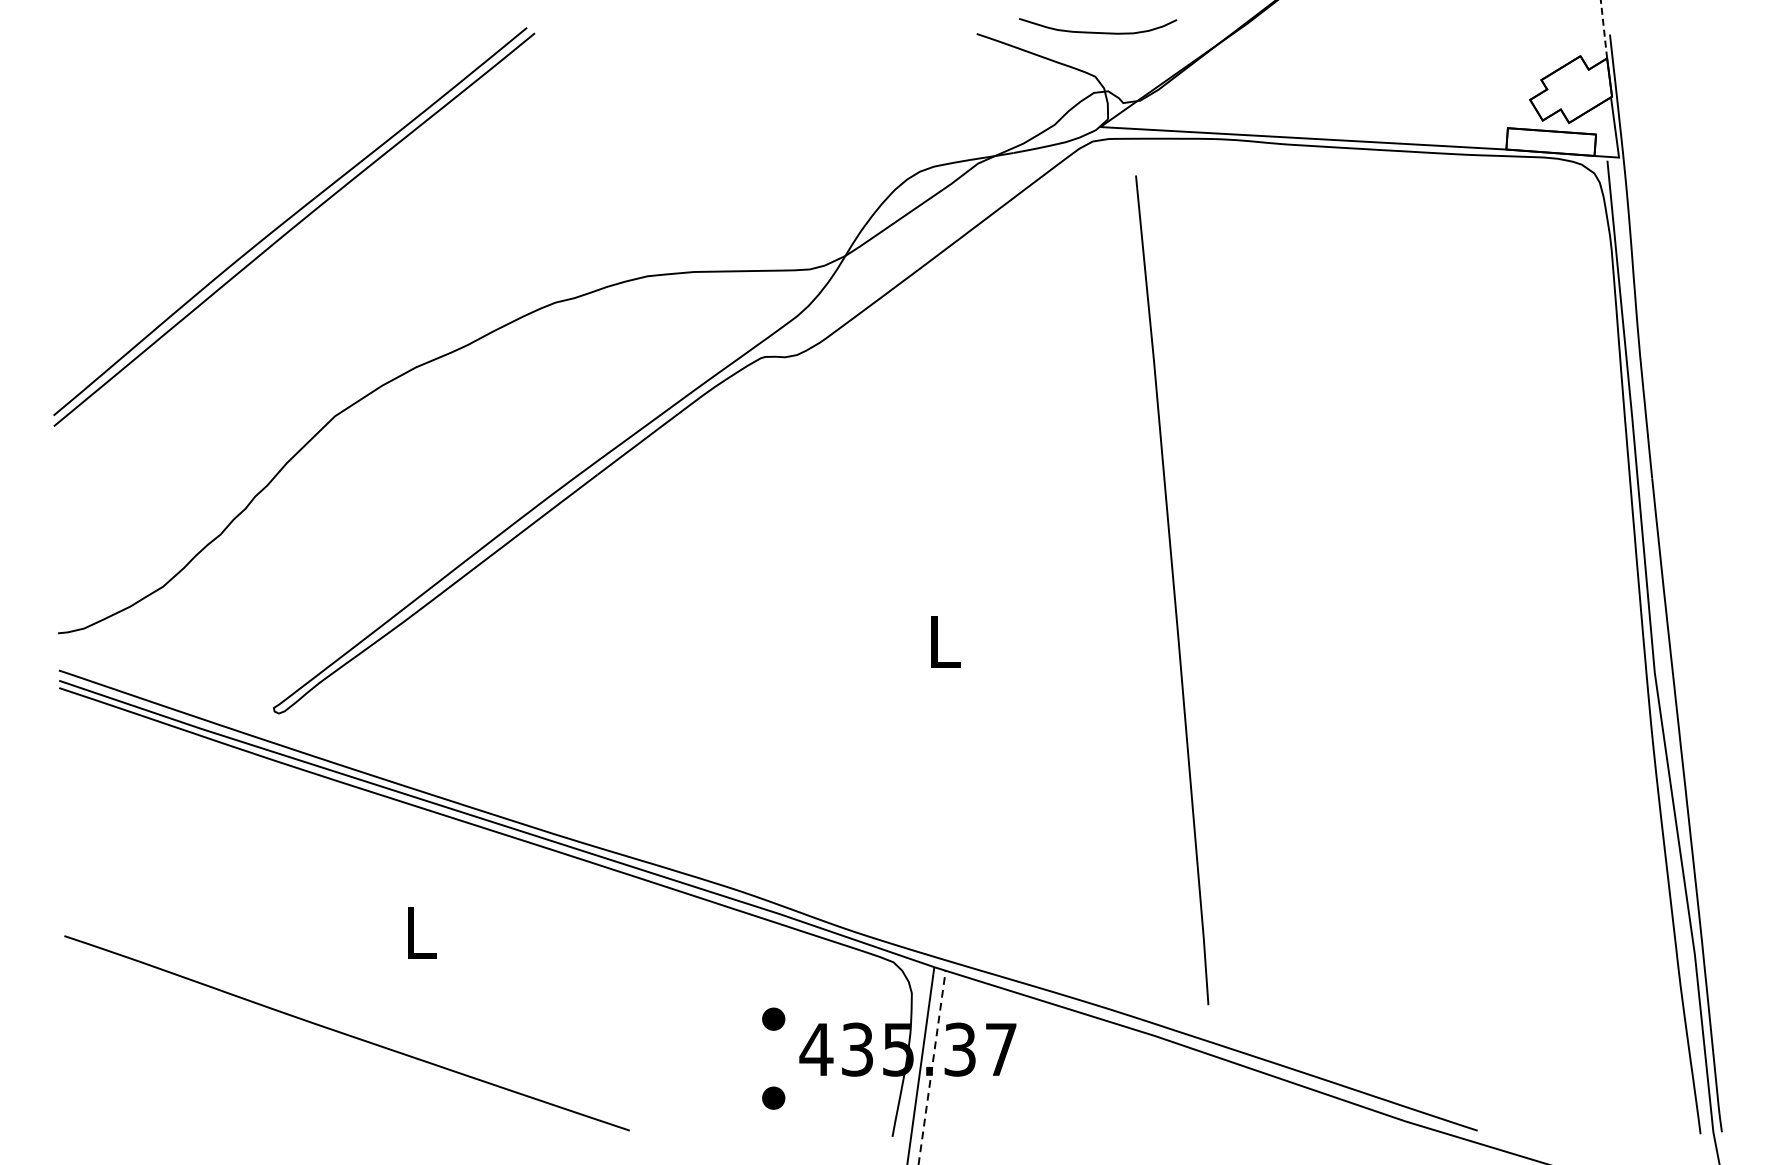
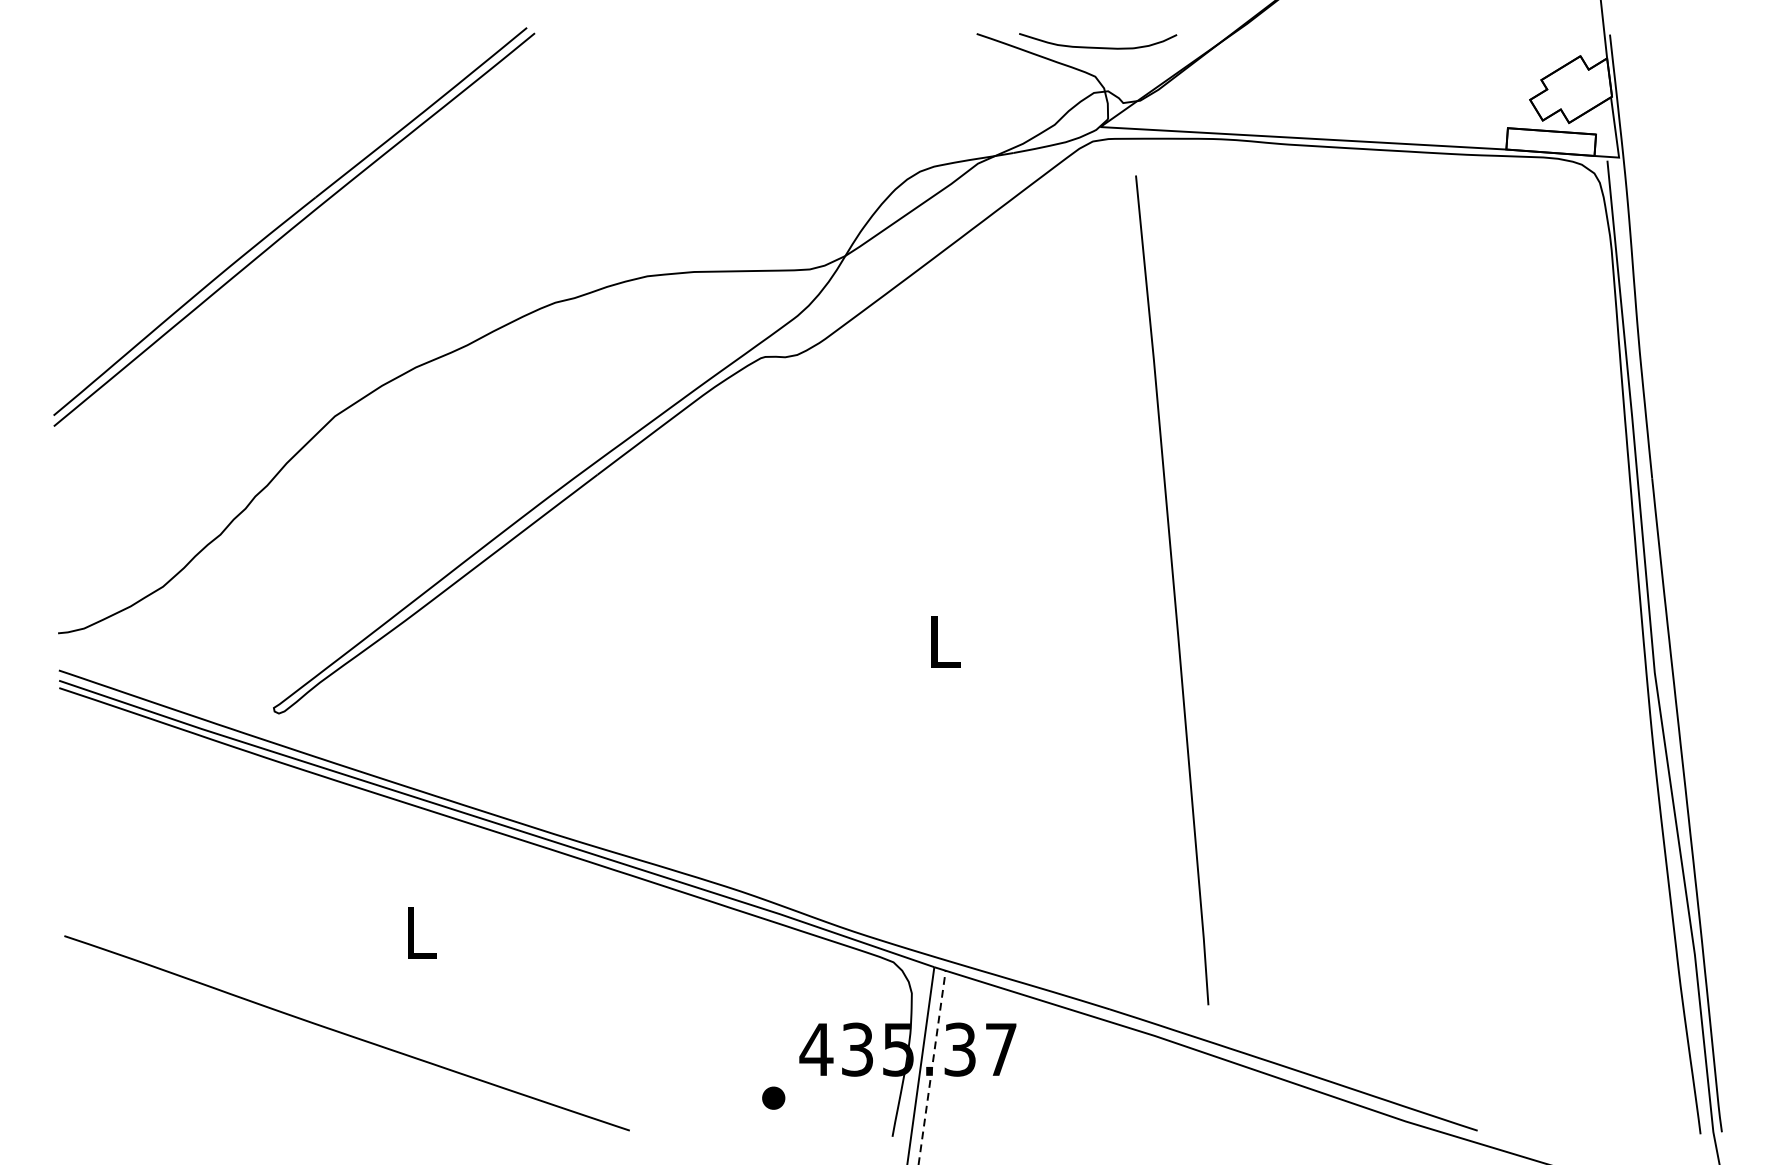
line at (1604, 29): dashed -> solid
curve at (1098, 32) position: (1098, 32) -> (1098, 47)
part at (773, 1018): present -> none
